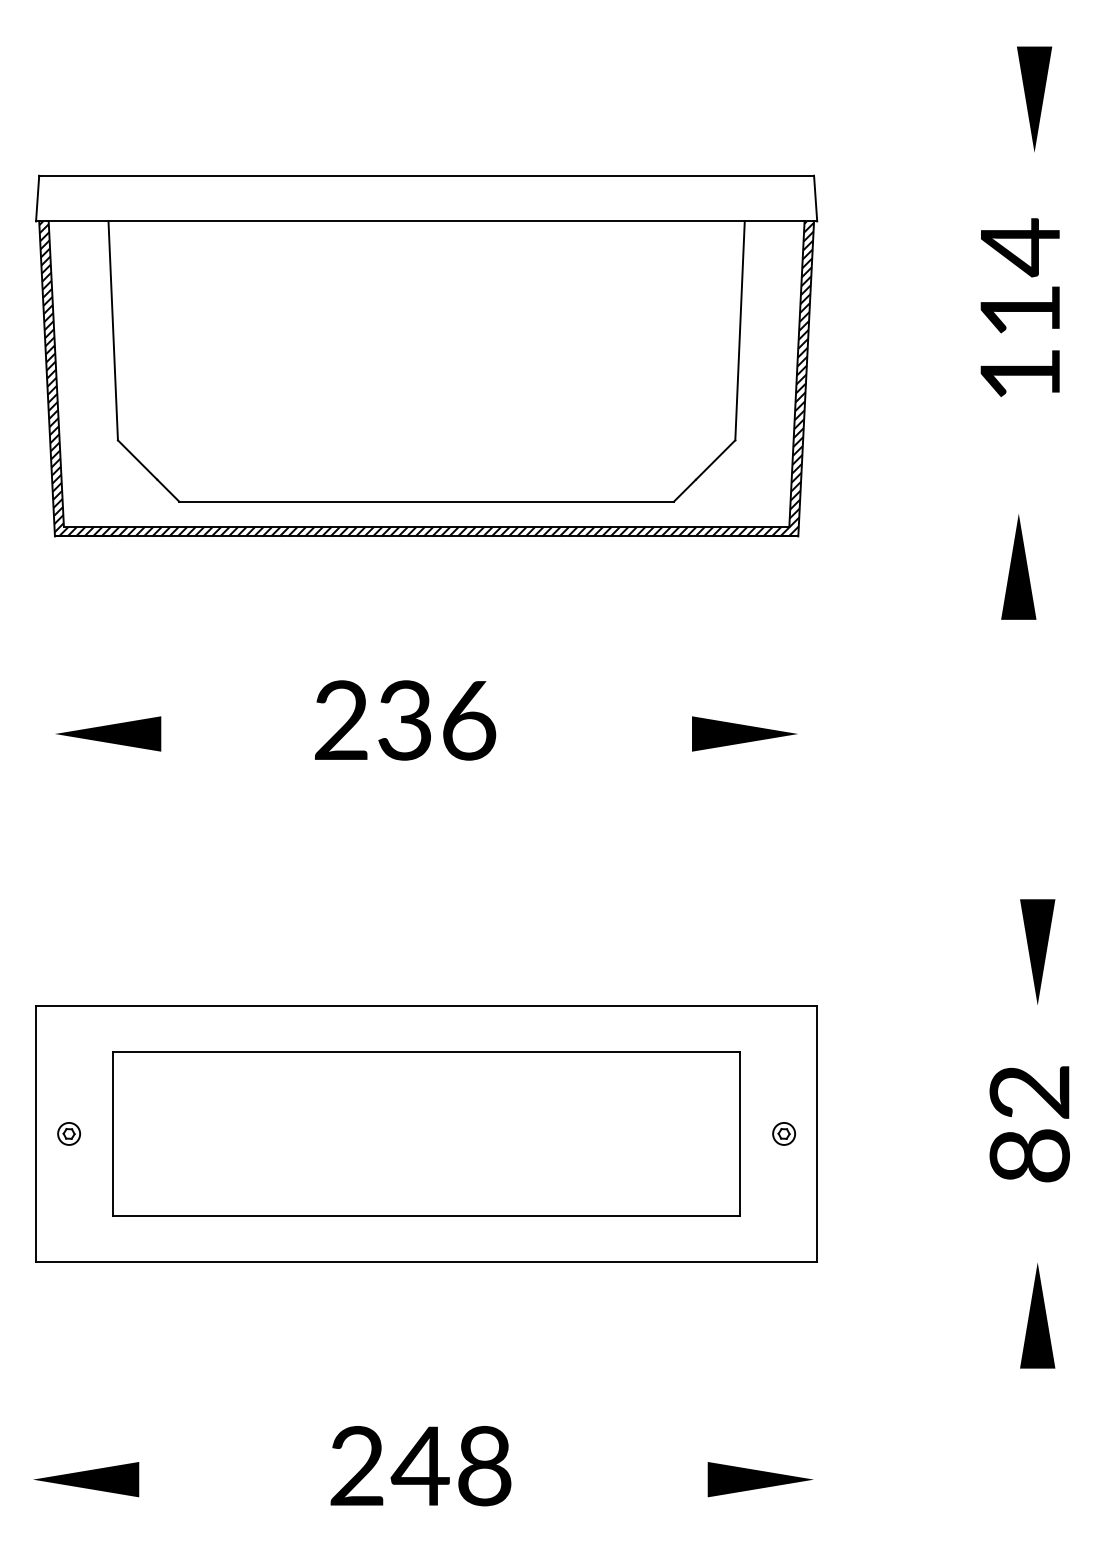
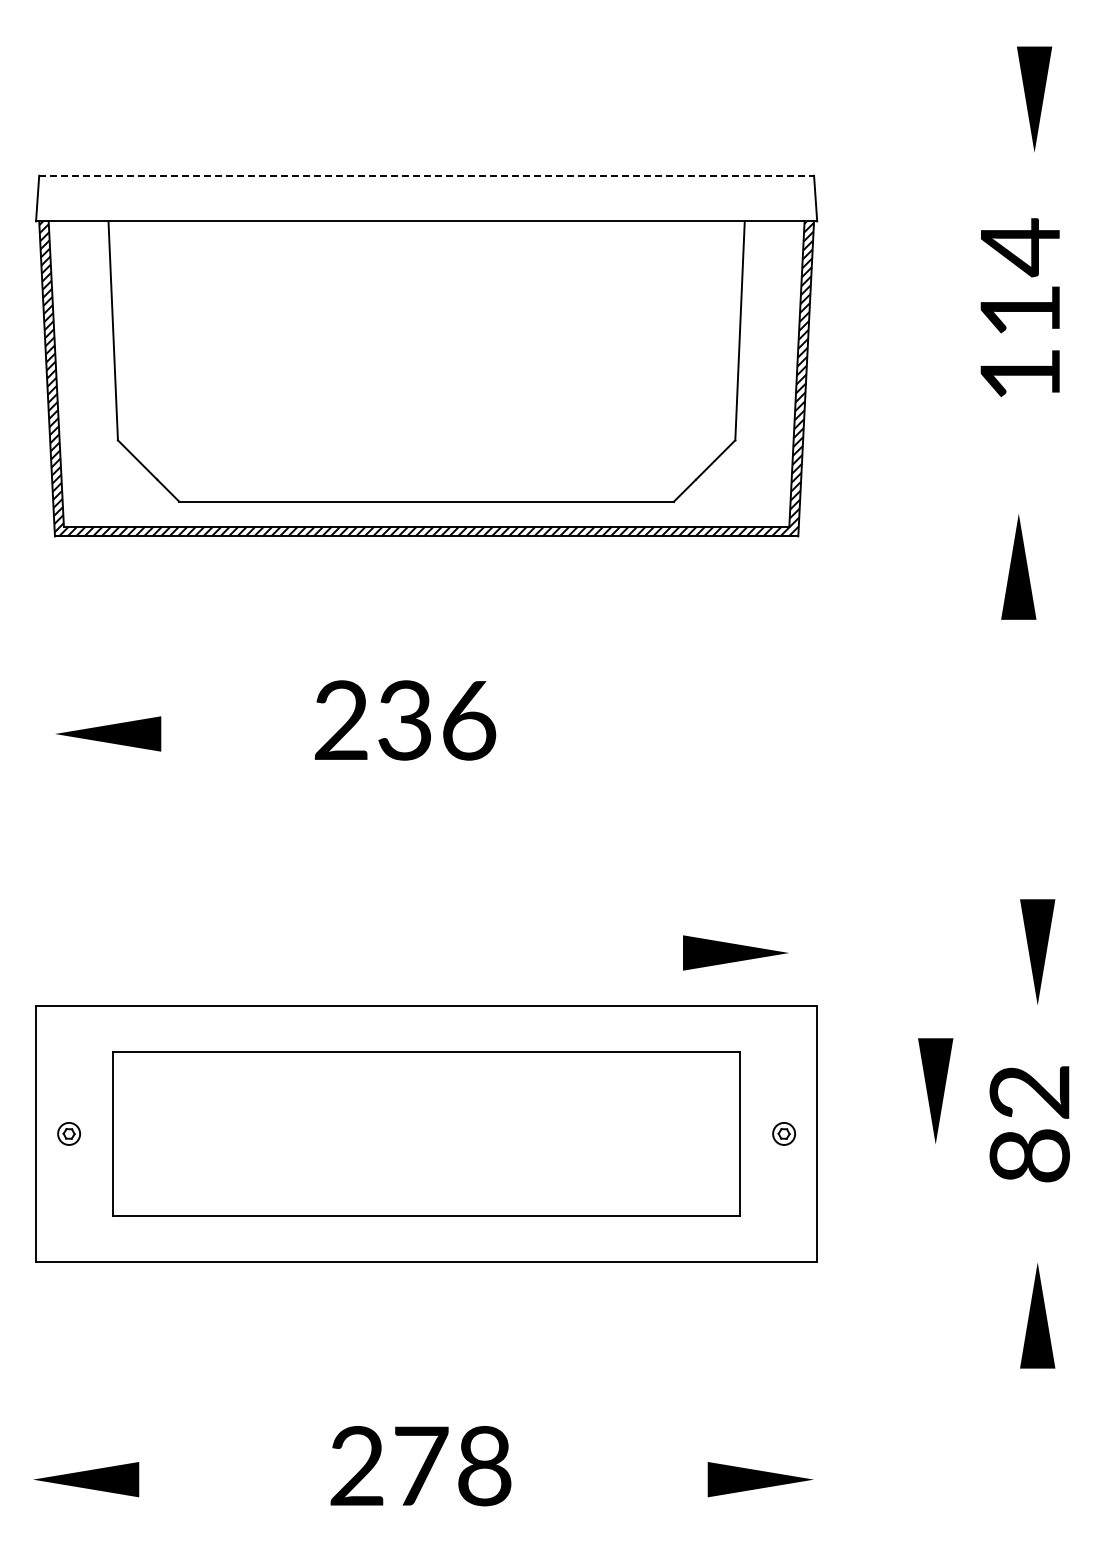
line at (427, 175): solid -> dashed
part at (744, 733) position: (744, 733) -> (735, 952)
part at (935, 1090): none -> present
text at (419, 1465): 248 -> 278
